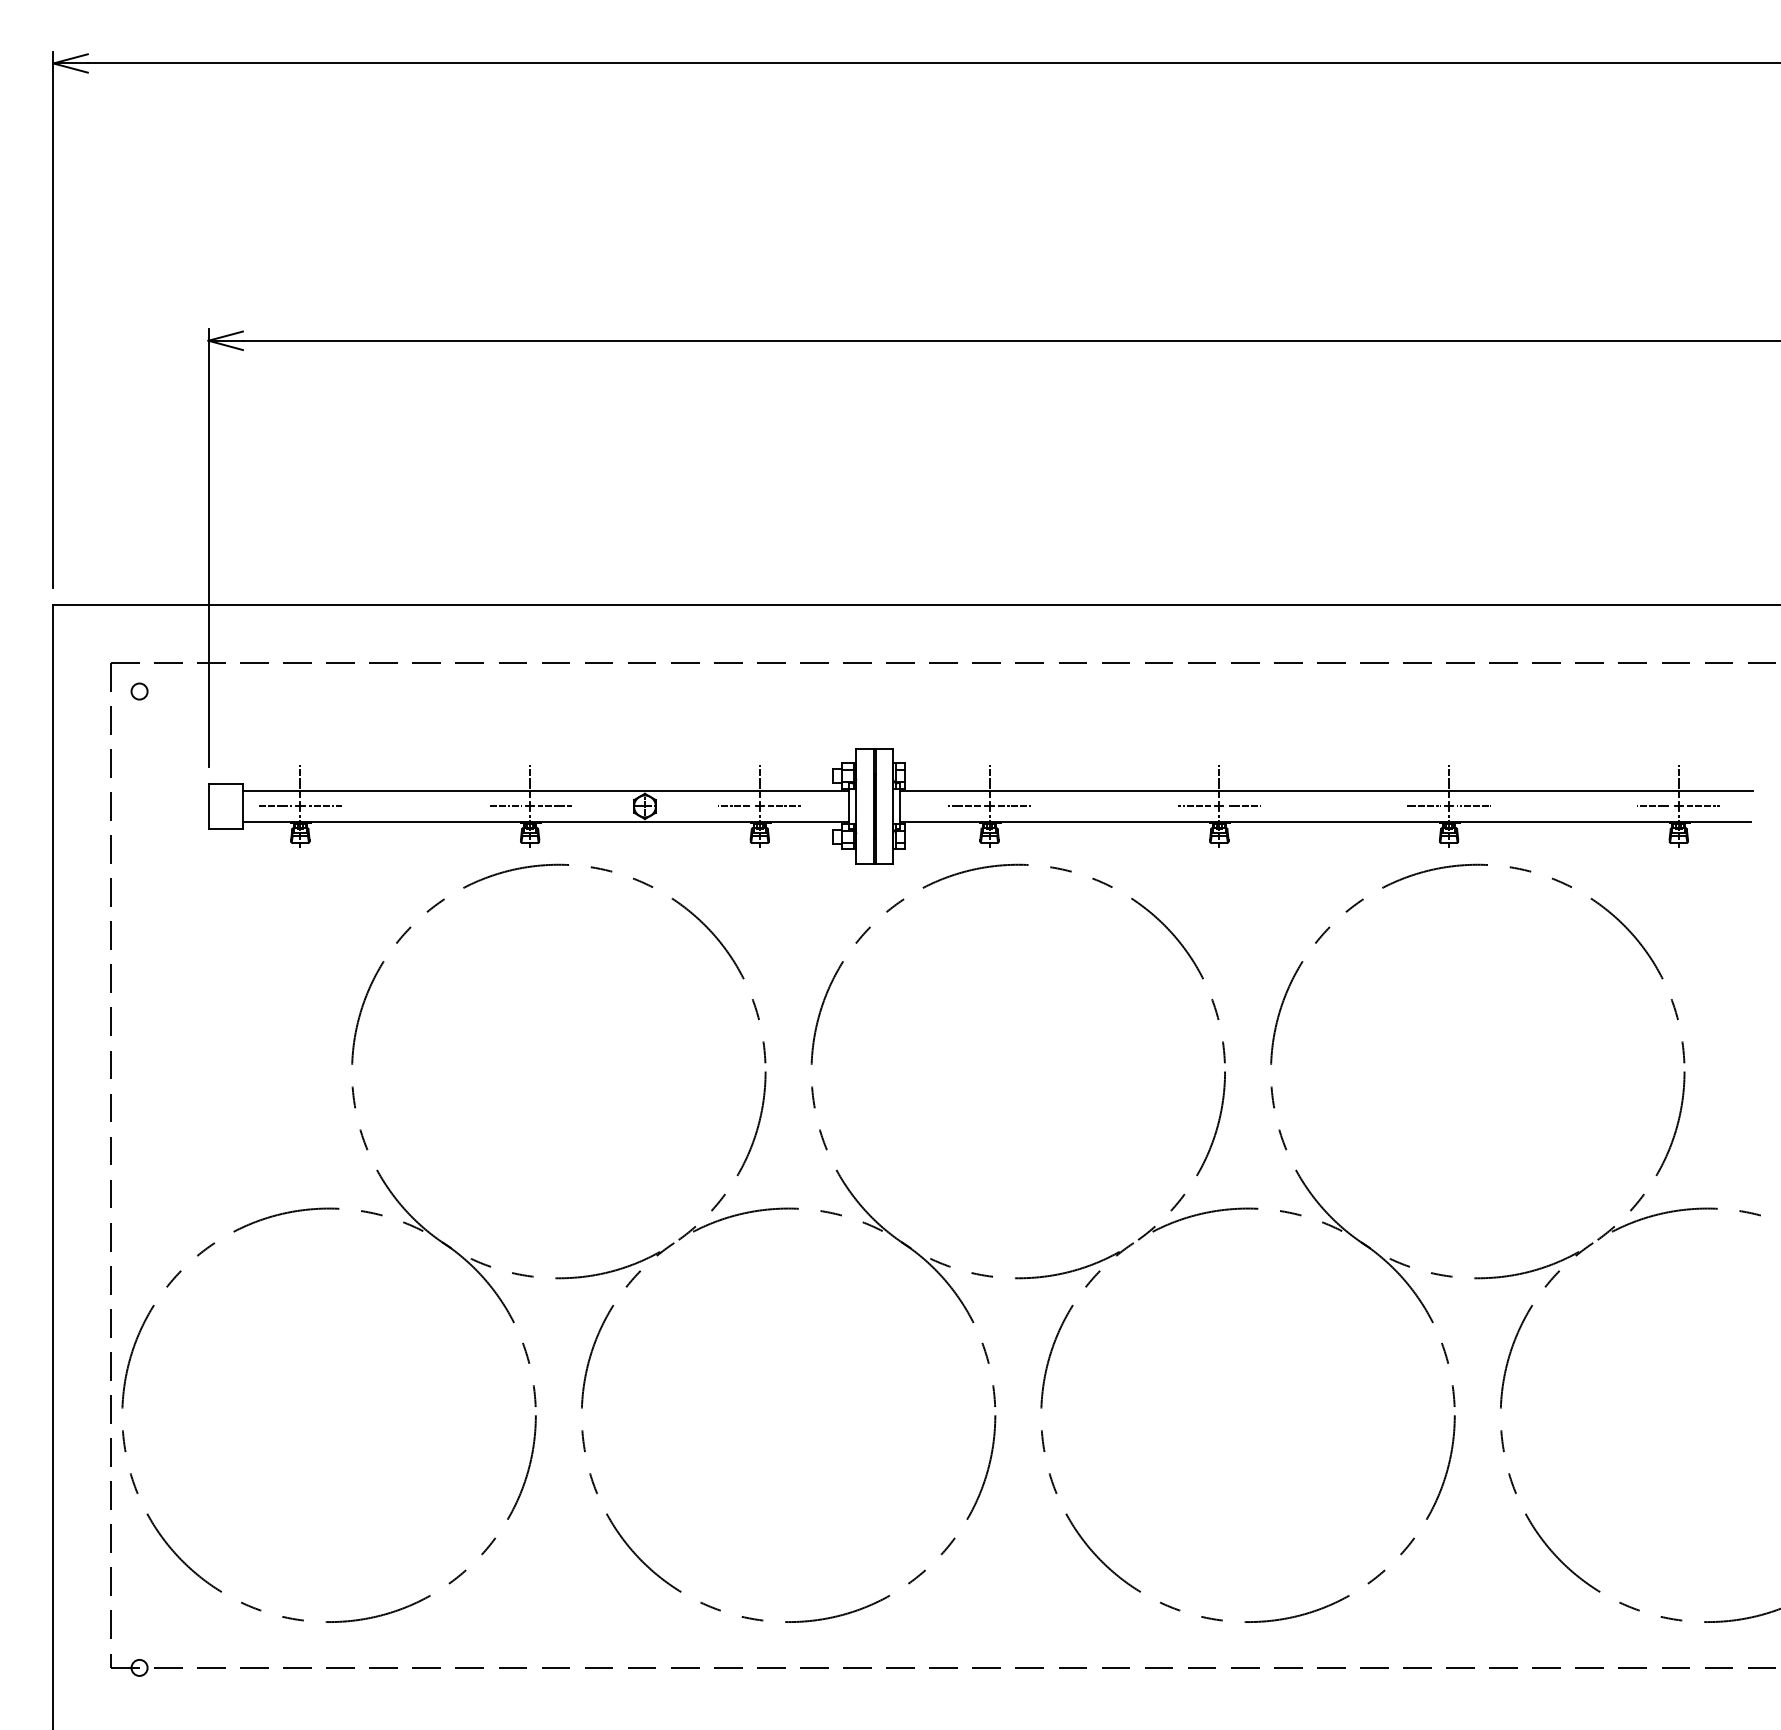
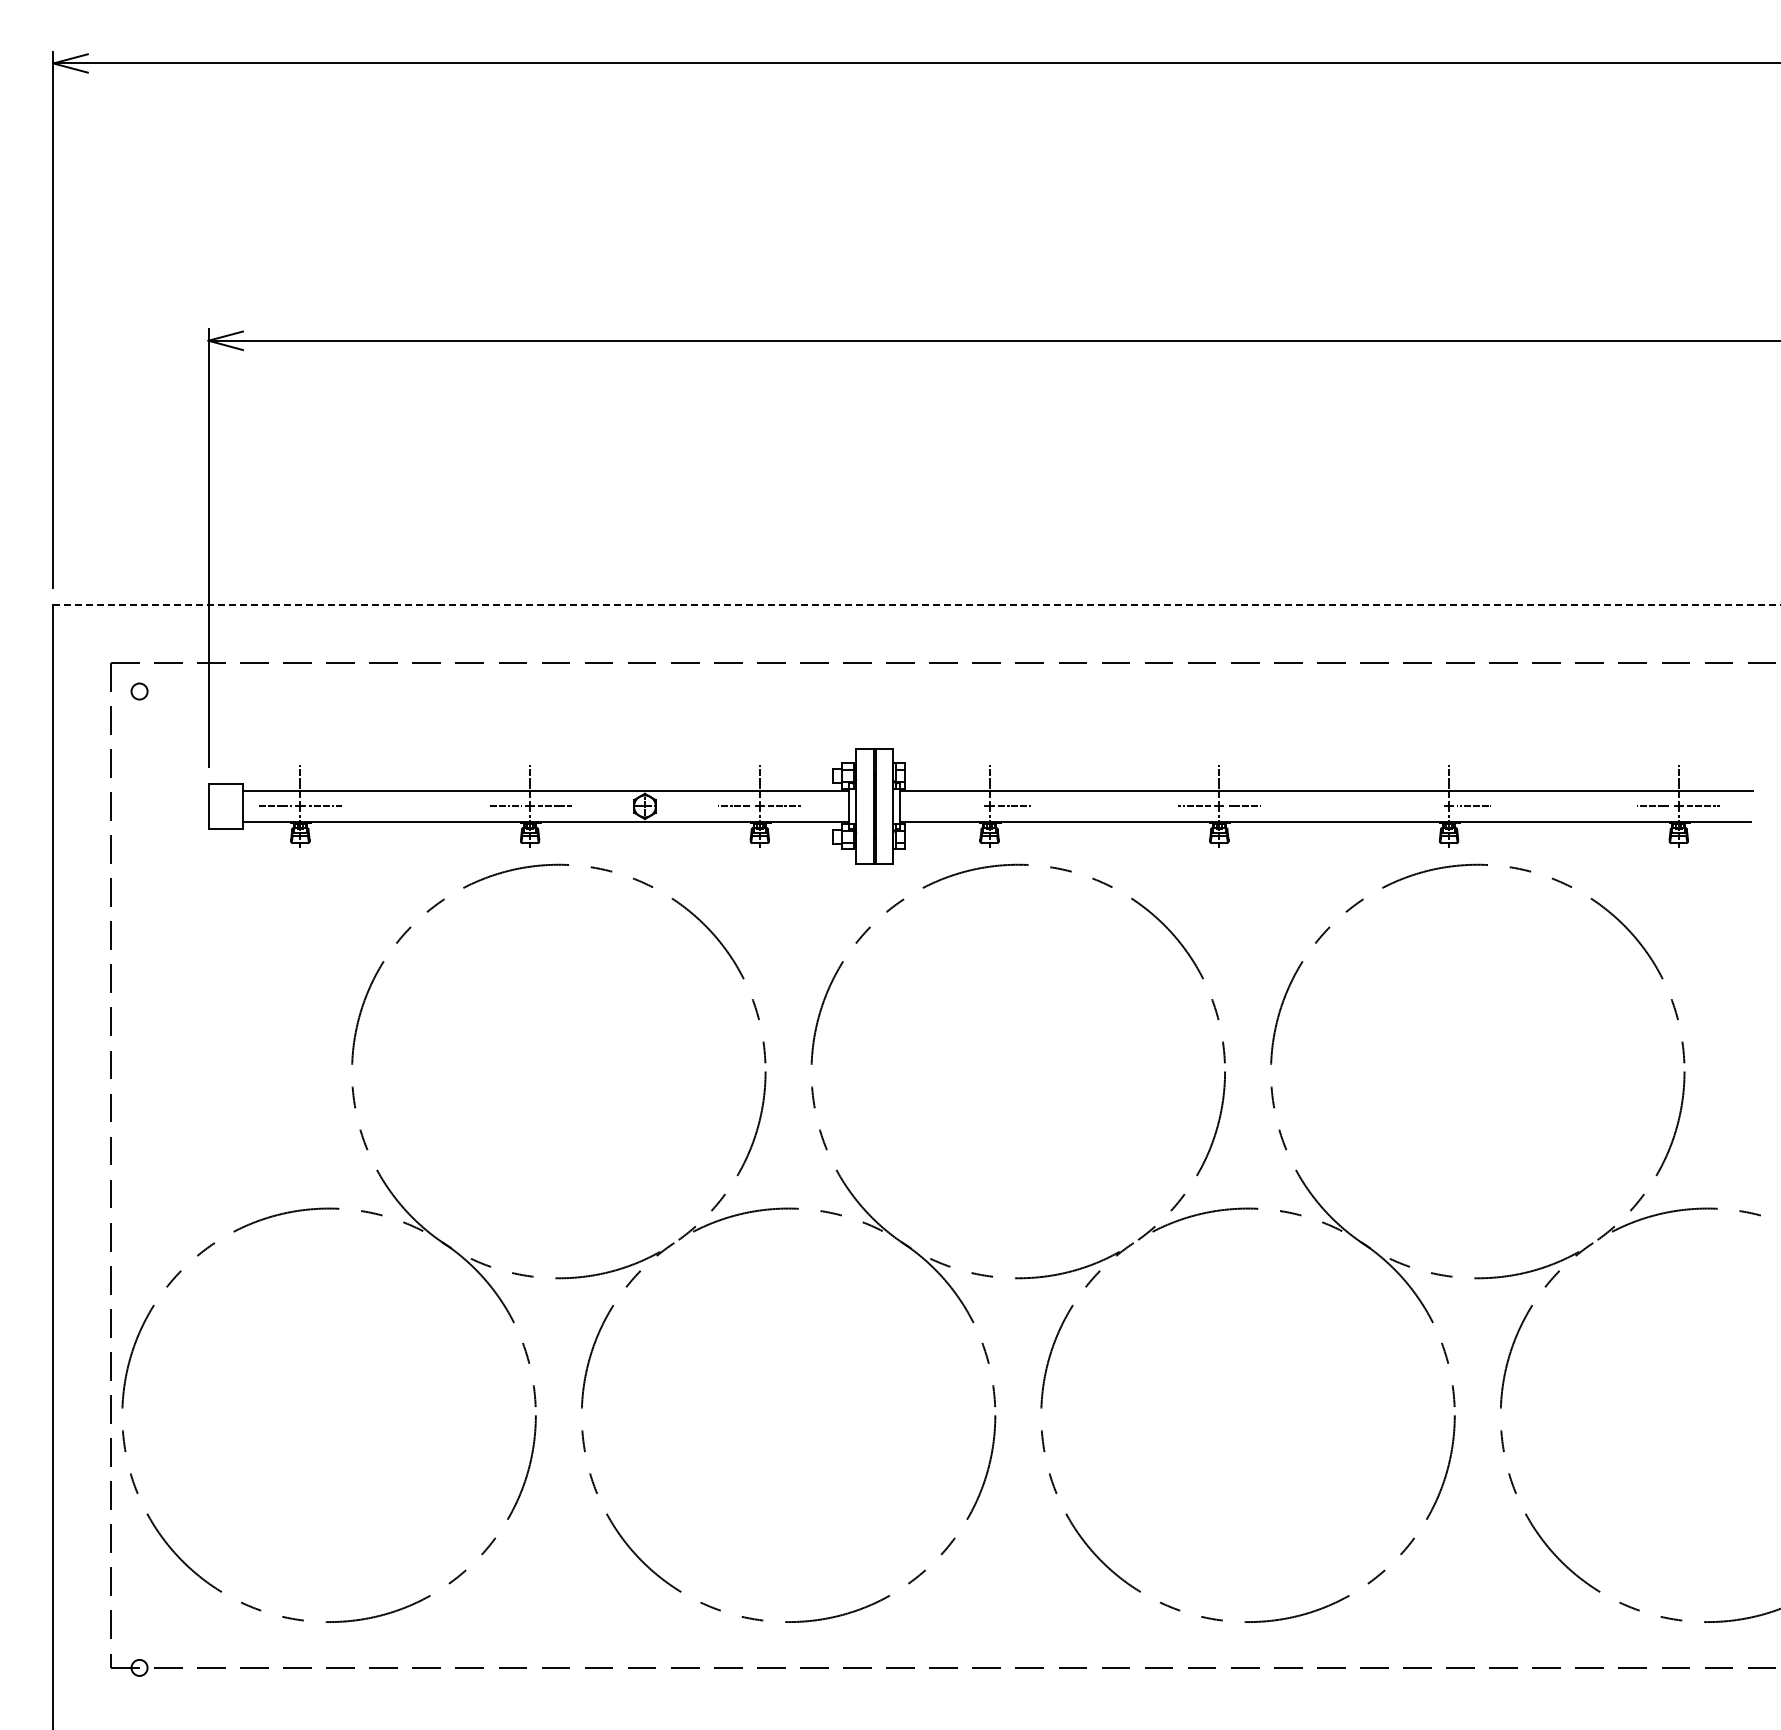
line at (917, 605): solid -> dashed
line at (964, 806): present -> none
line at (1423, 806): present -> none
